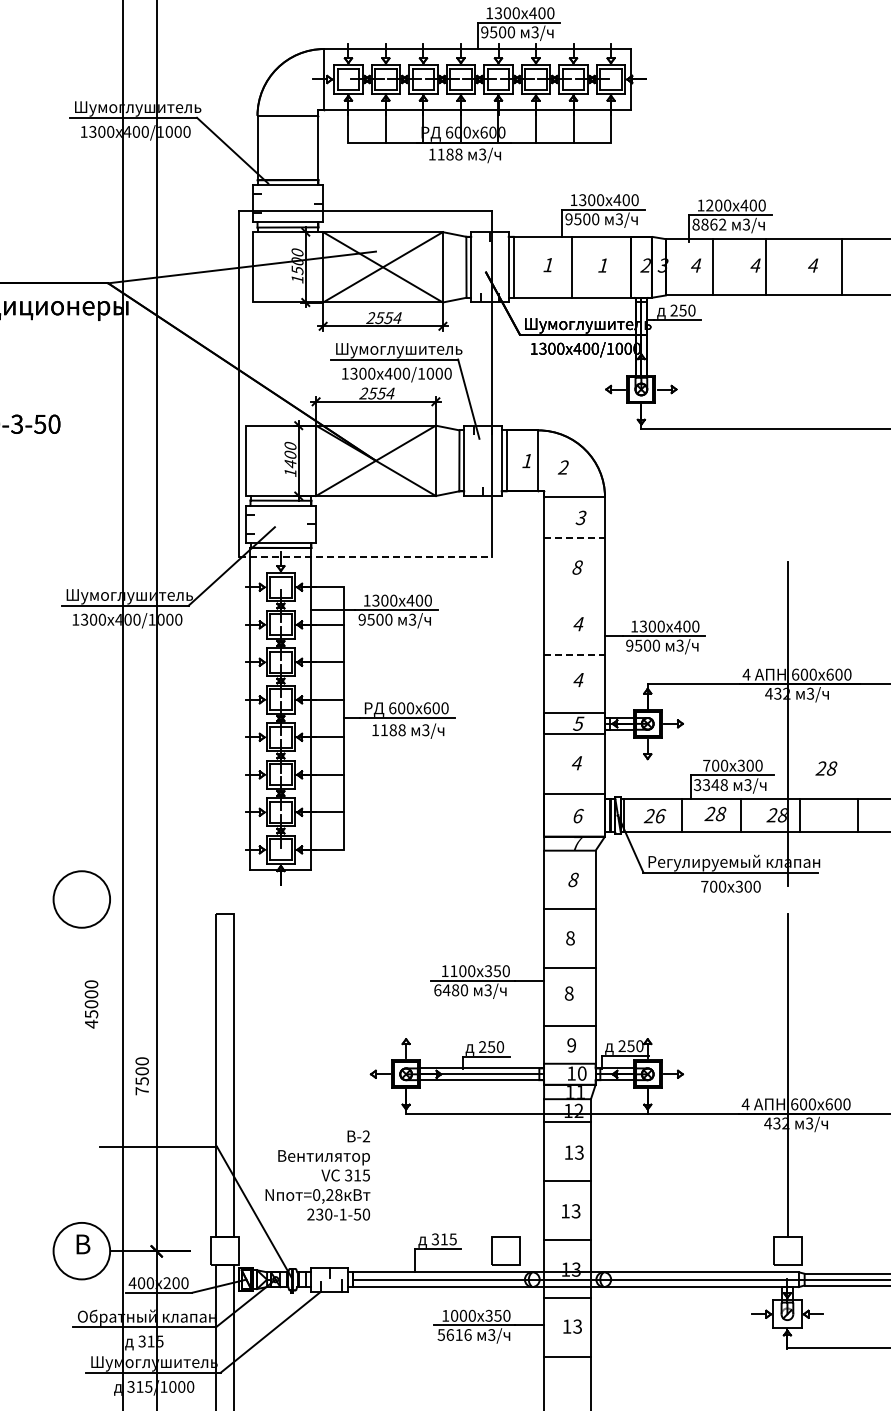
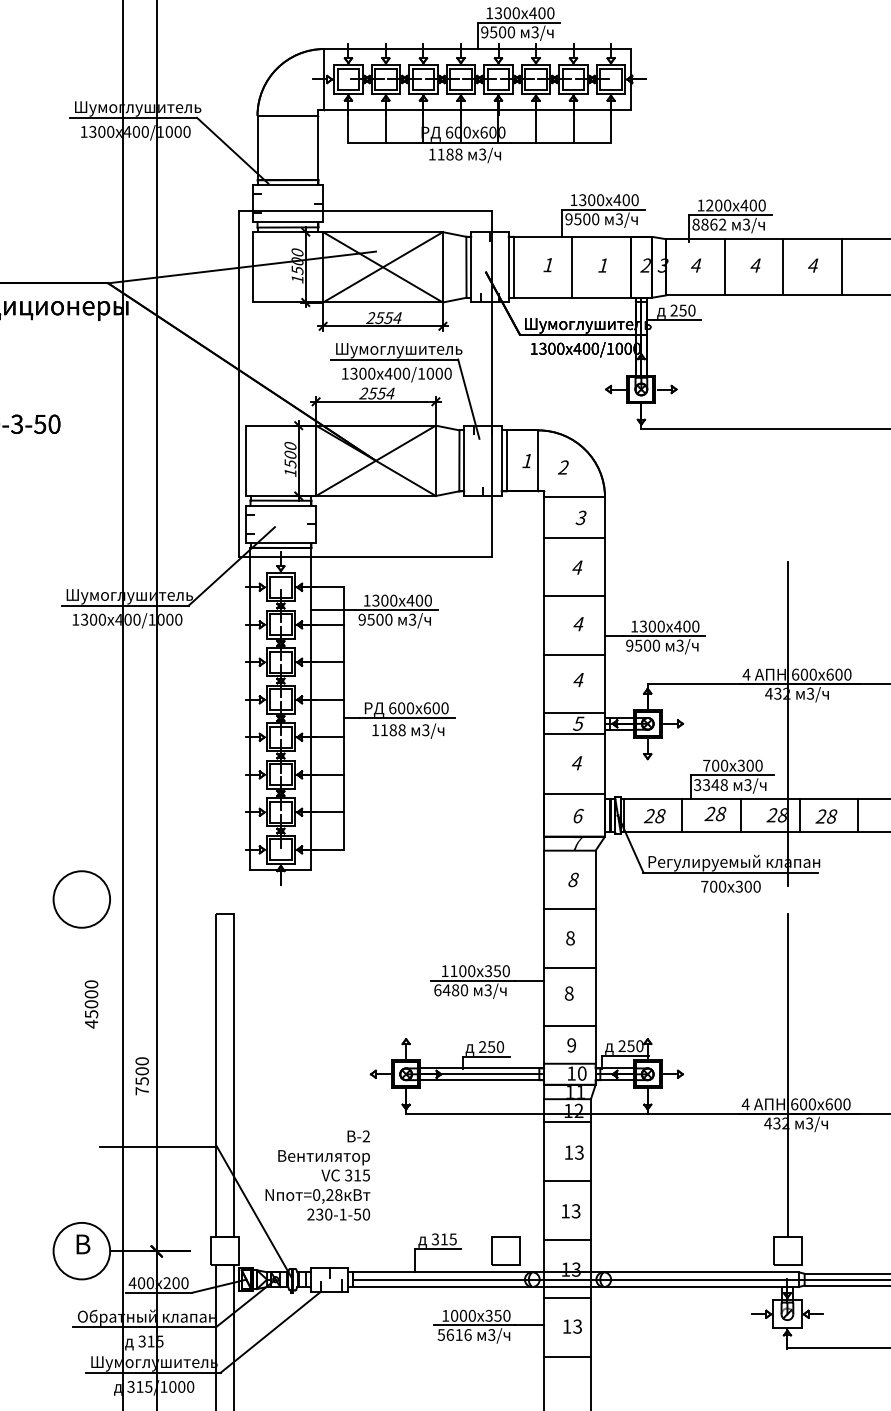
line at (712, 267) position: (712, 267) -> (724, 267)
line at (766, 267) position: (766, 267) -> (783, 267)
text at (290, 463): 1400 -> 1500
line at (575, 537): dashed -> solid
line at (366, 556): dashed -> solid
text at (577, 567): 8 -> 4
line at (574, 596): none -> present
line at (575, 654): dashed -> solid
text at (826, 768) position: (826, 768) -> (826, 816)
text at (660, 816): 26 -> 28
